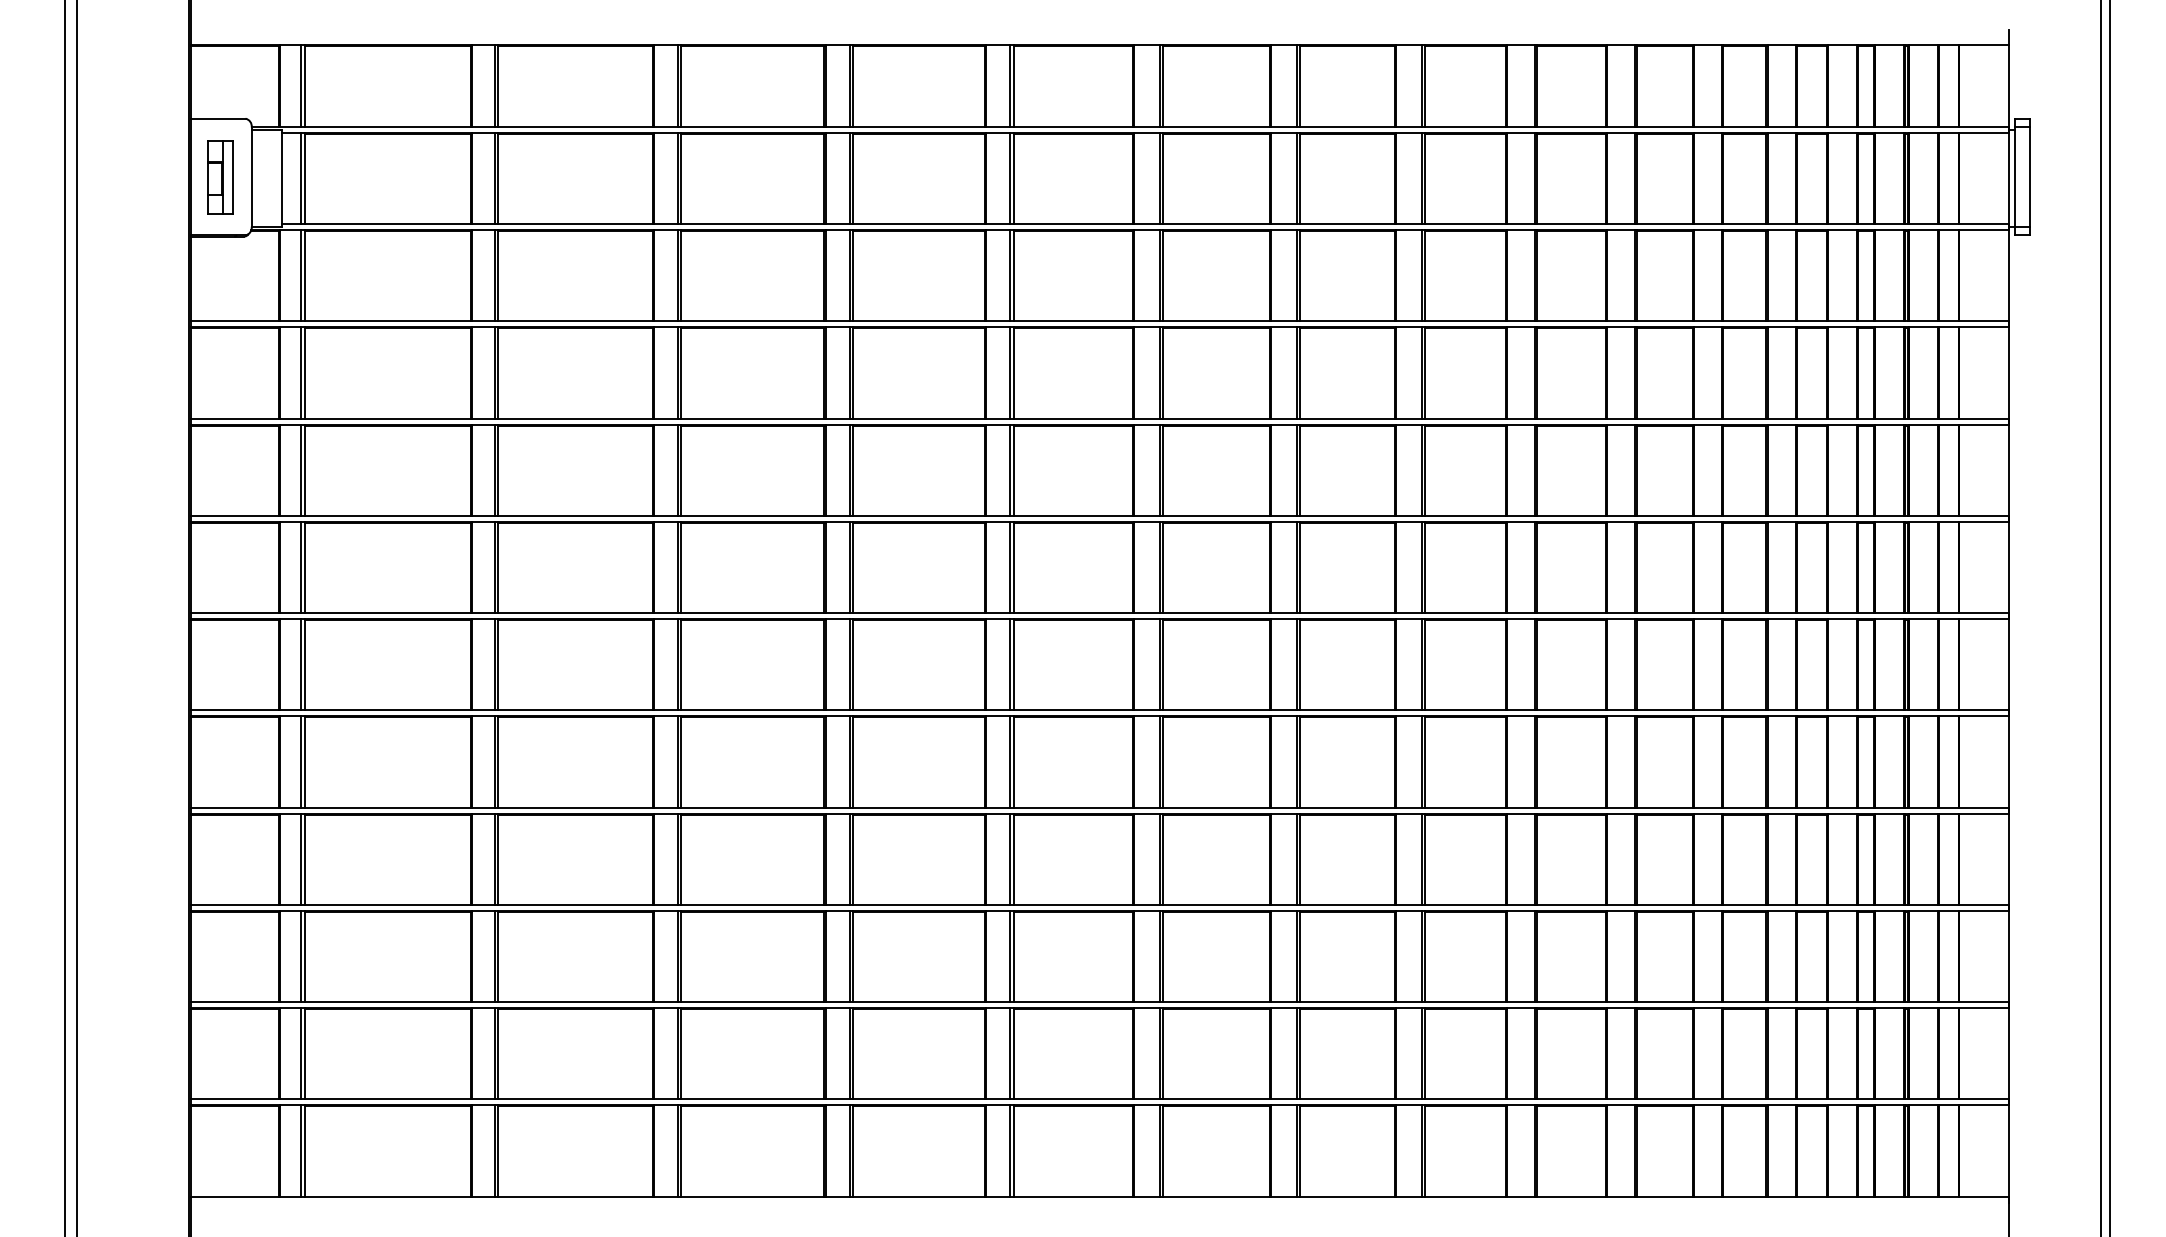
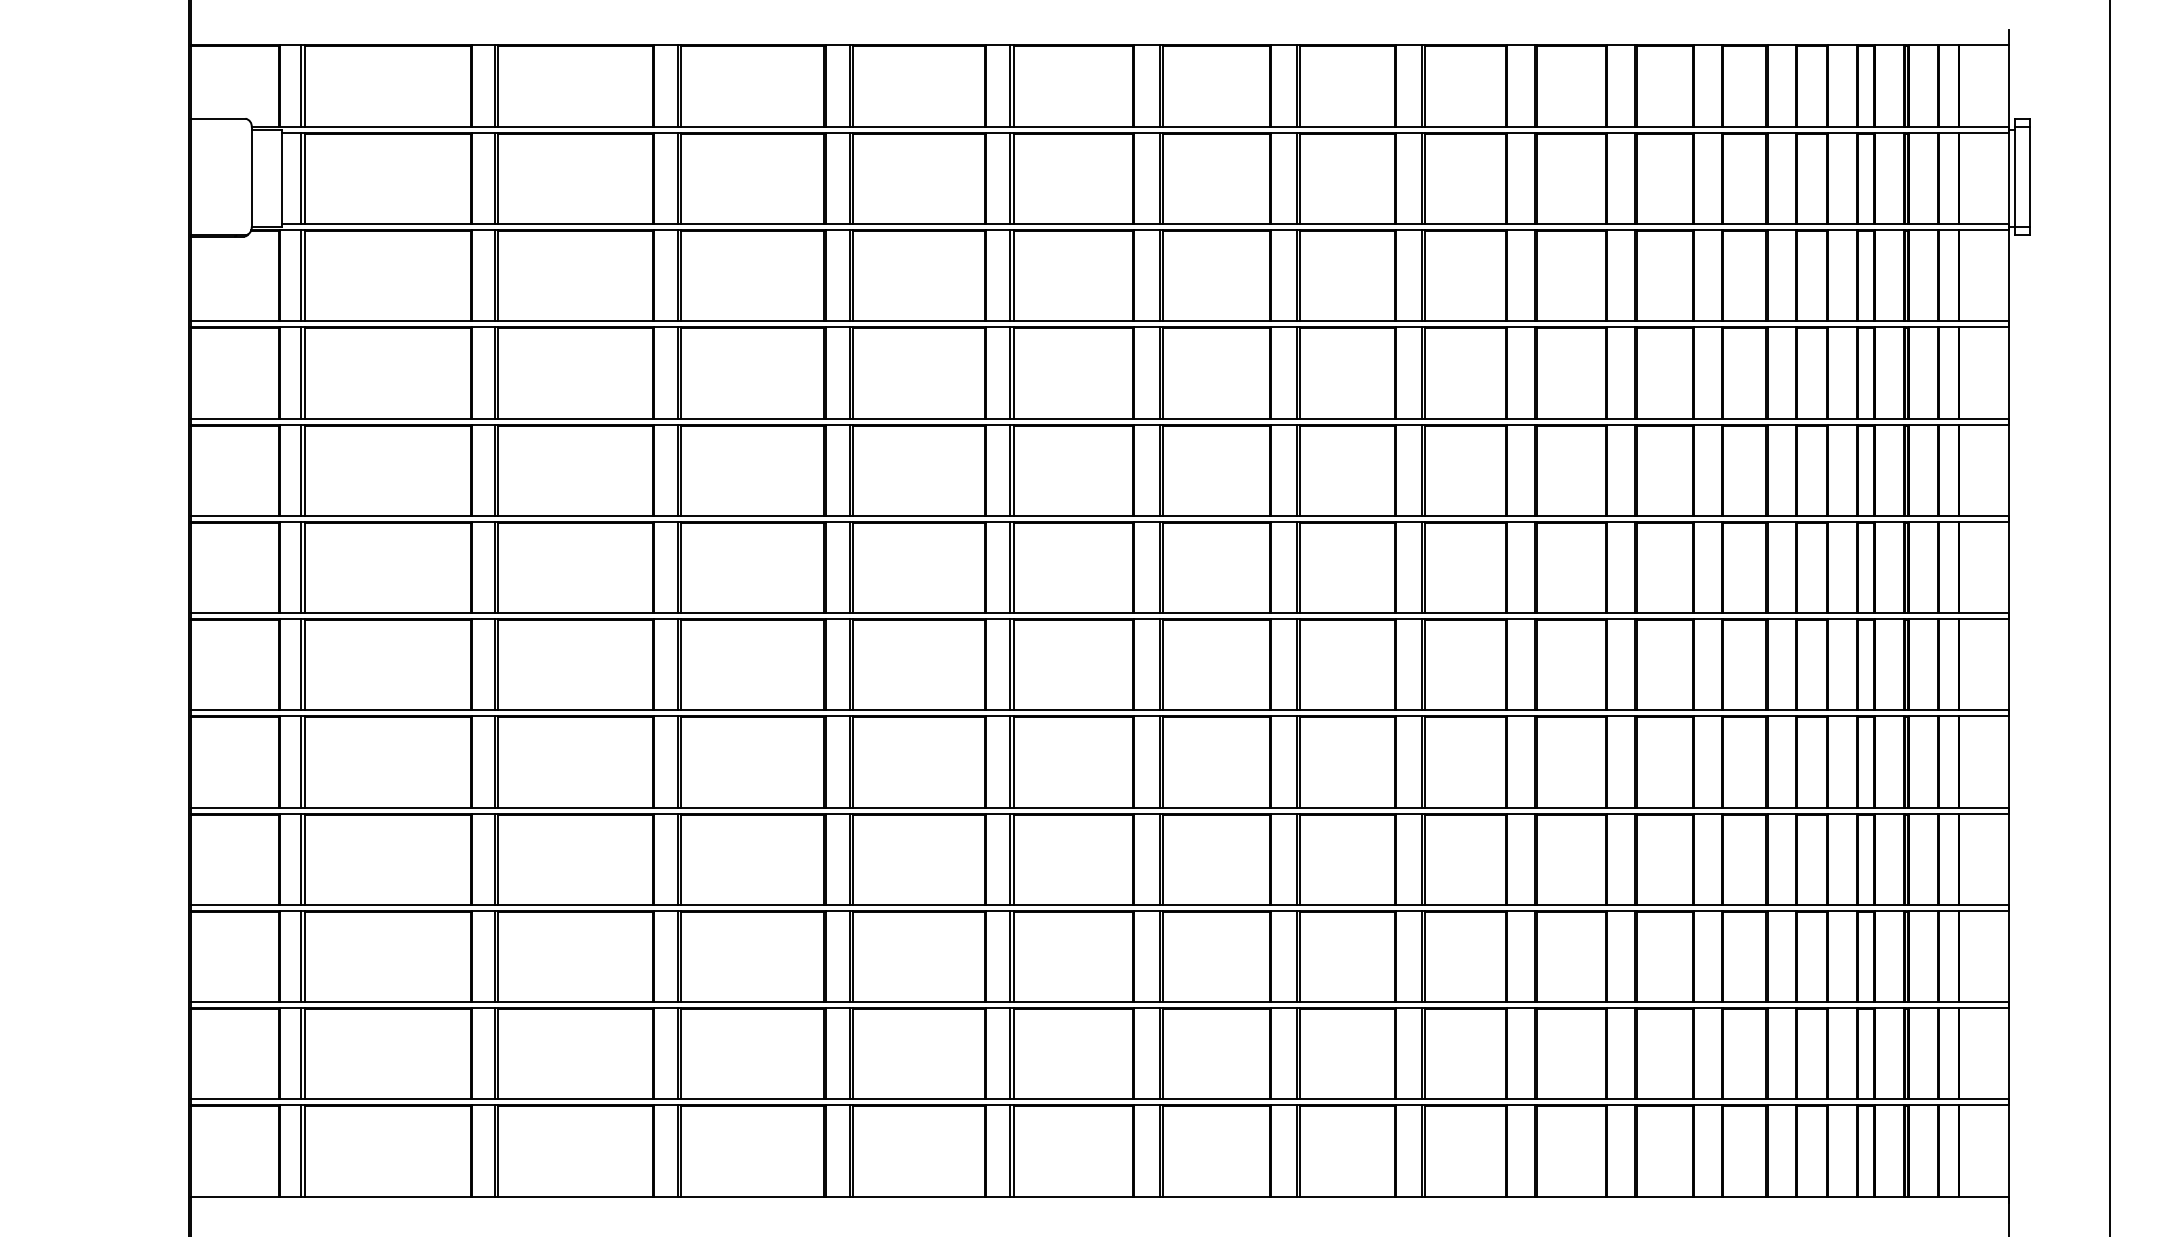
part at (220, 177): present -> none
line at (64, 617): present -> none
line at (77, 617): present -> none
line at (2101, 617): present -> none
